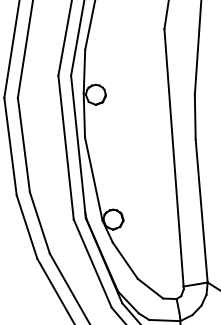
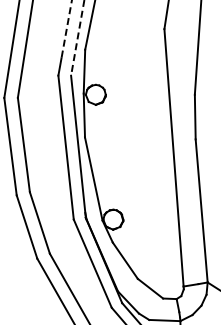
line at (66, 28): solid -> dashed
line at (77, 38): solid -> dashed
